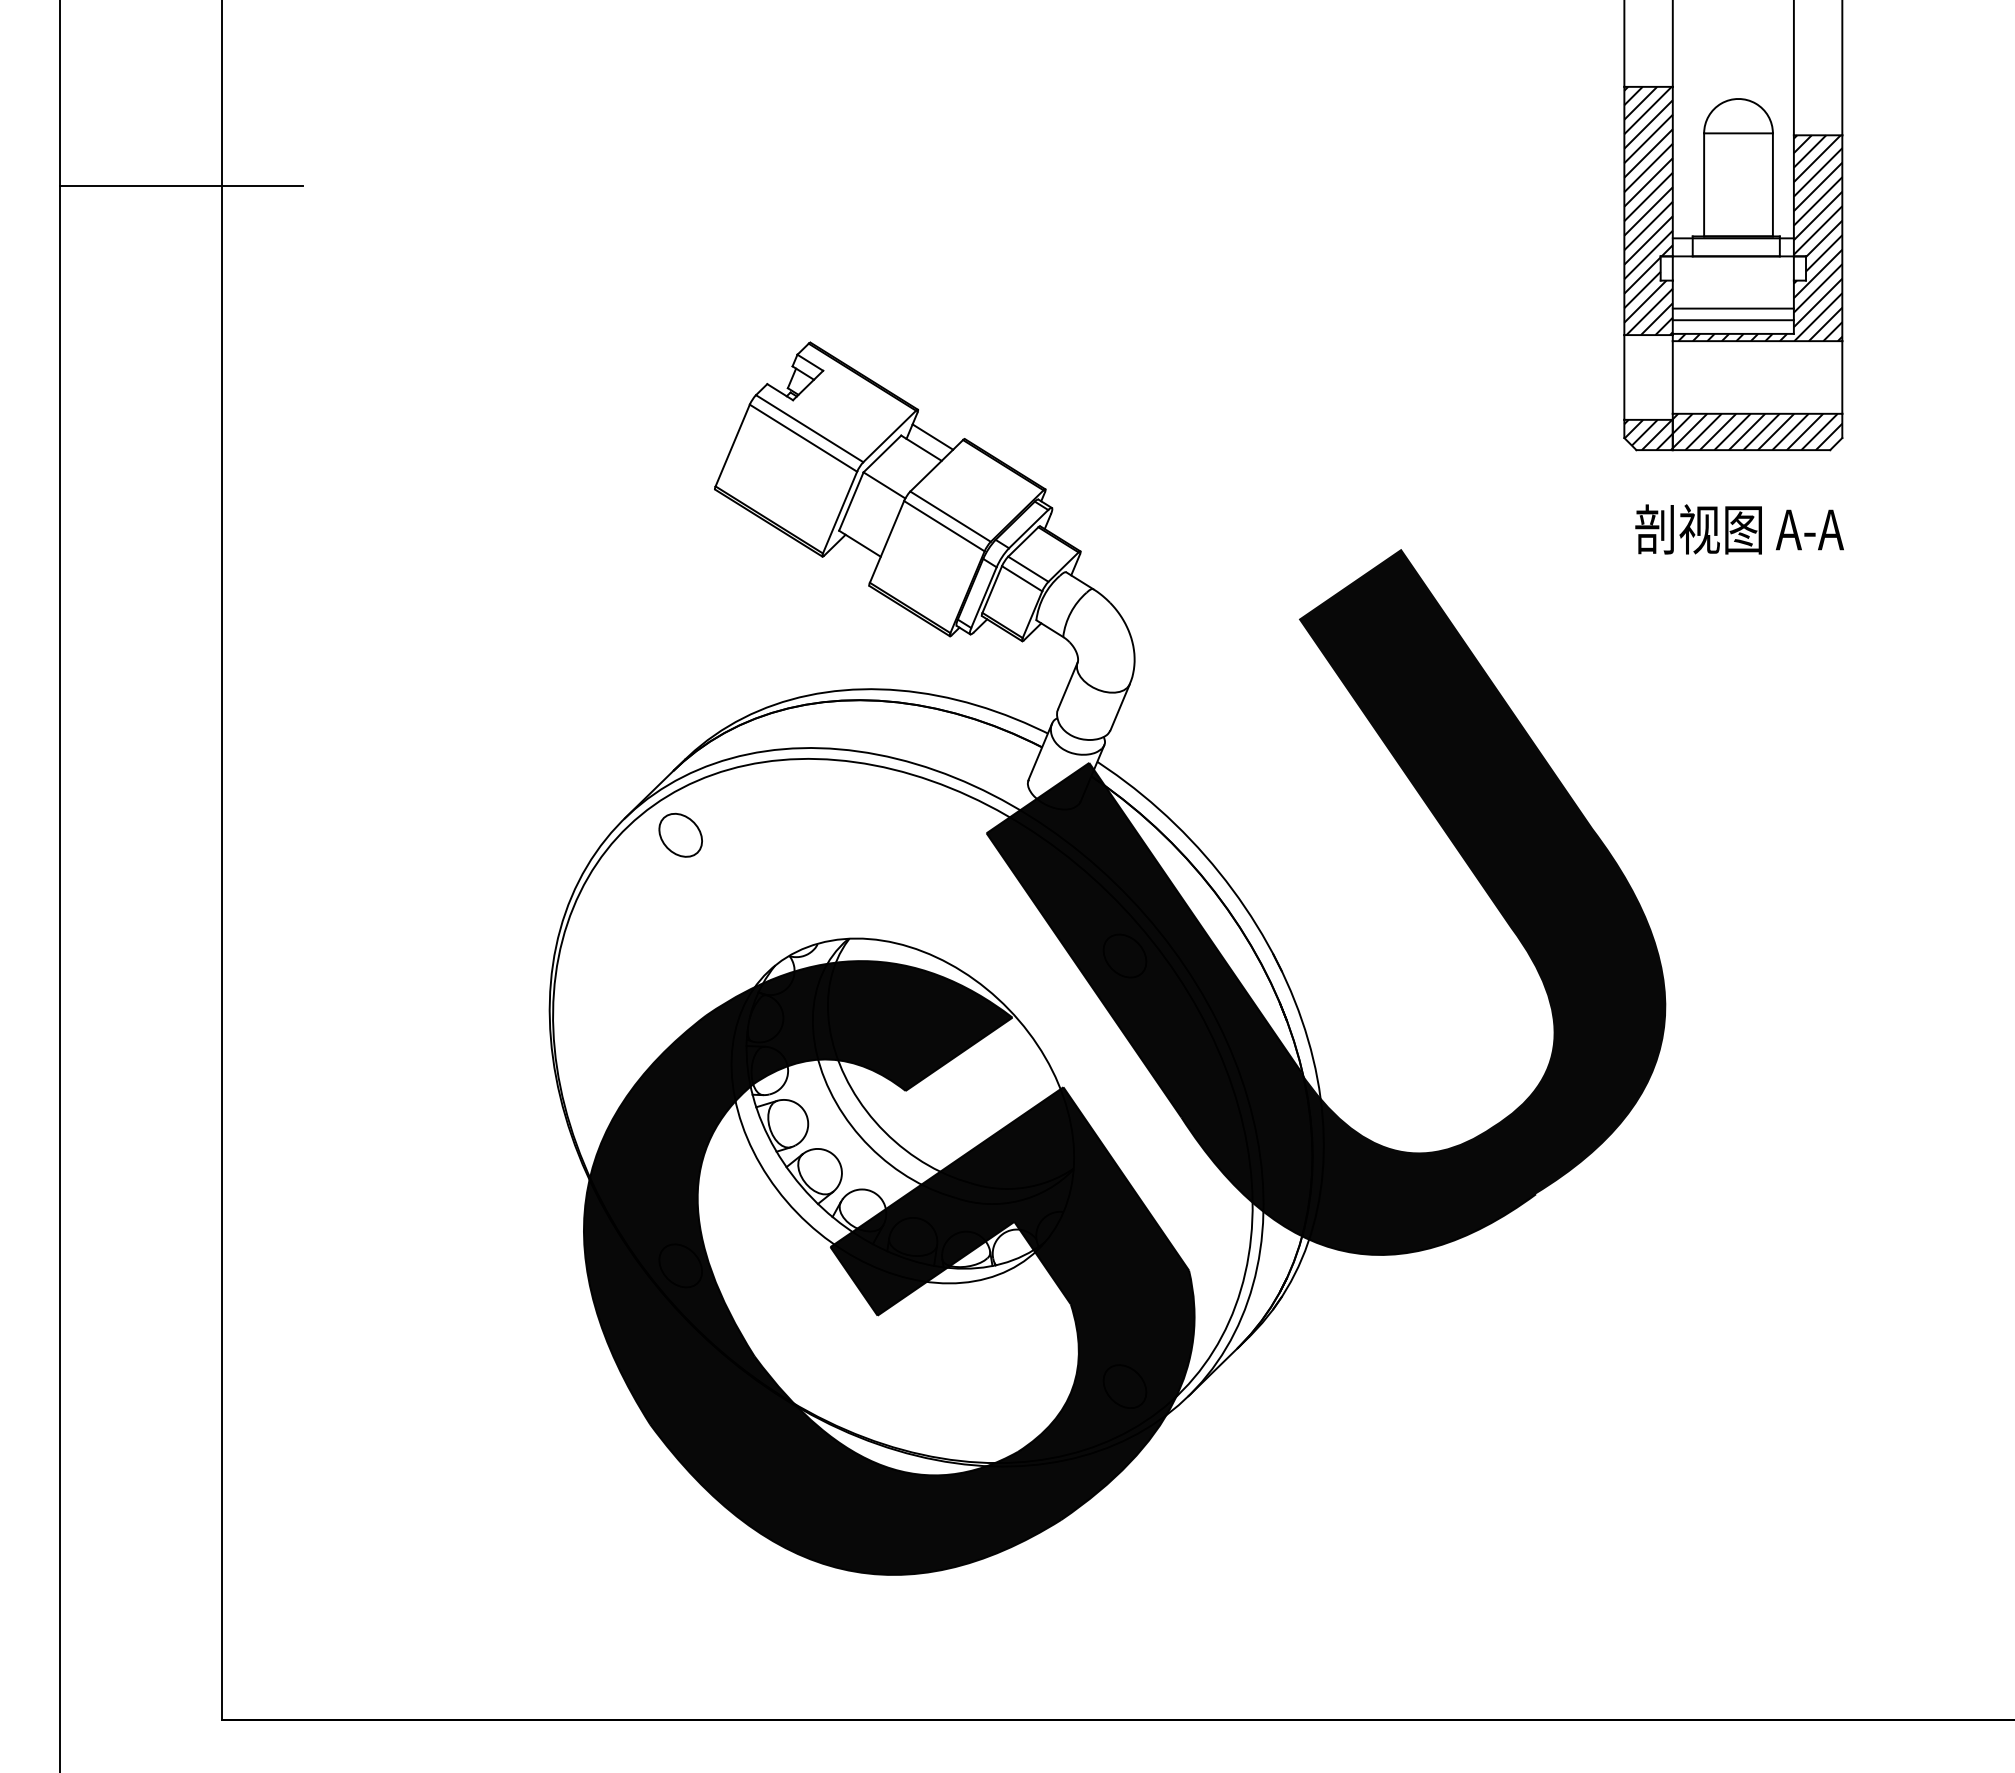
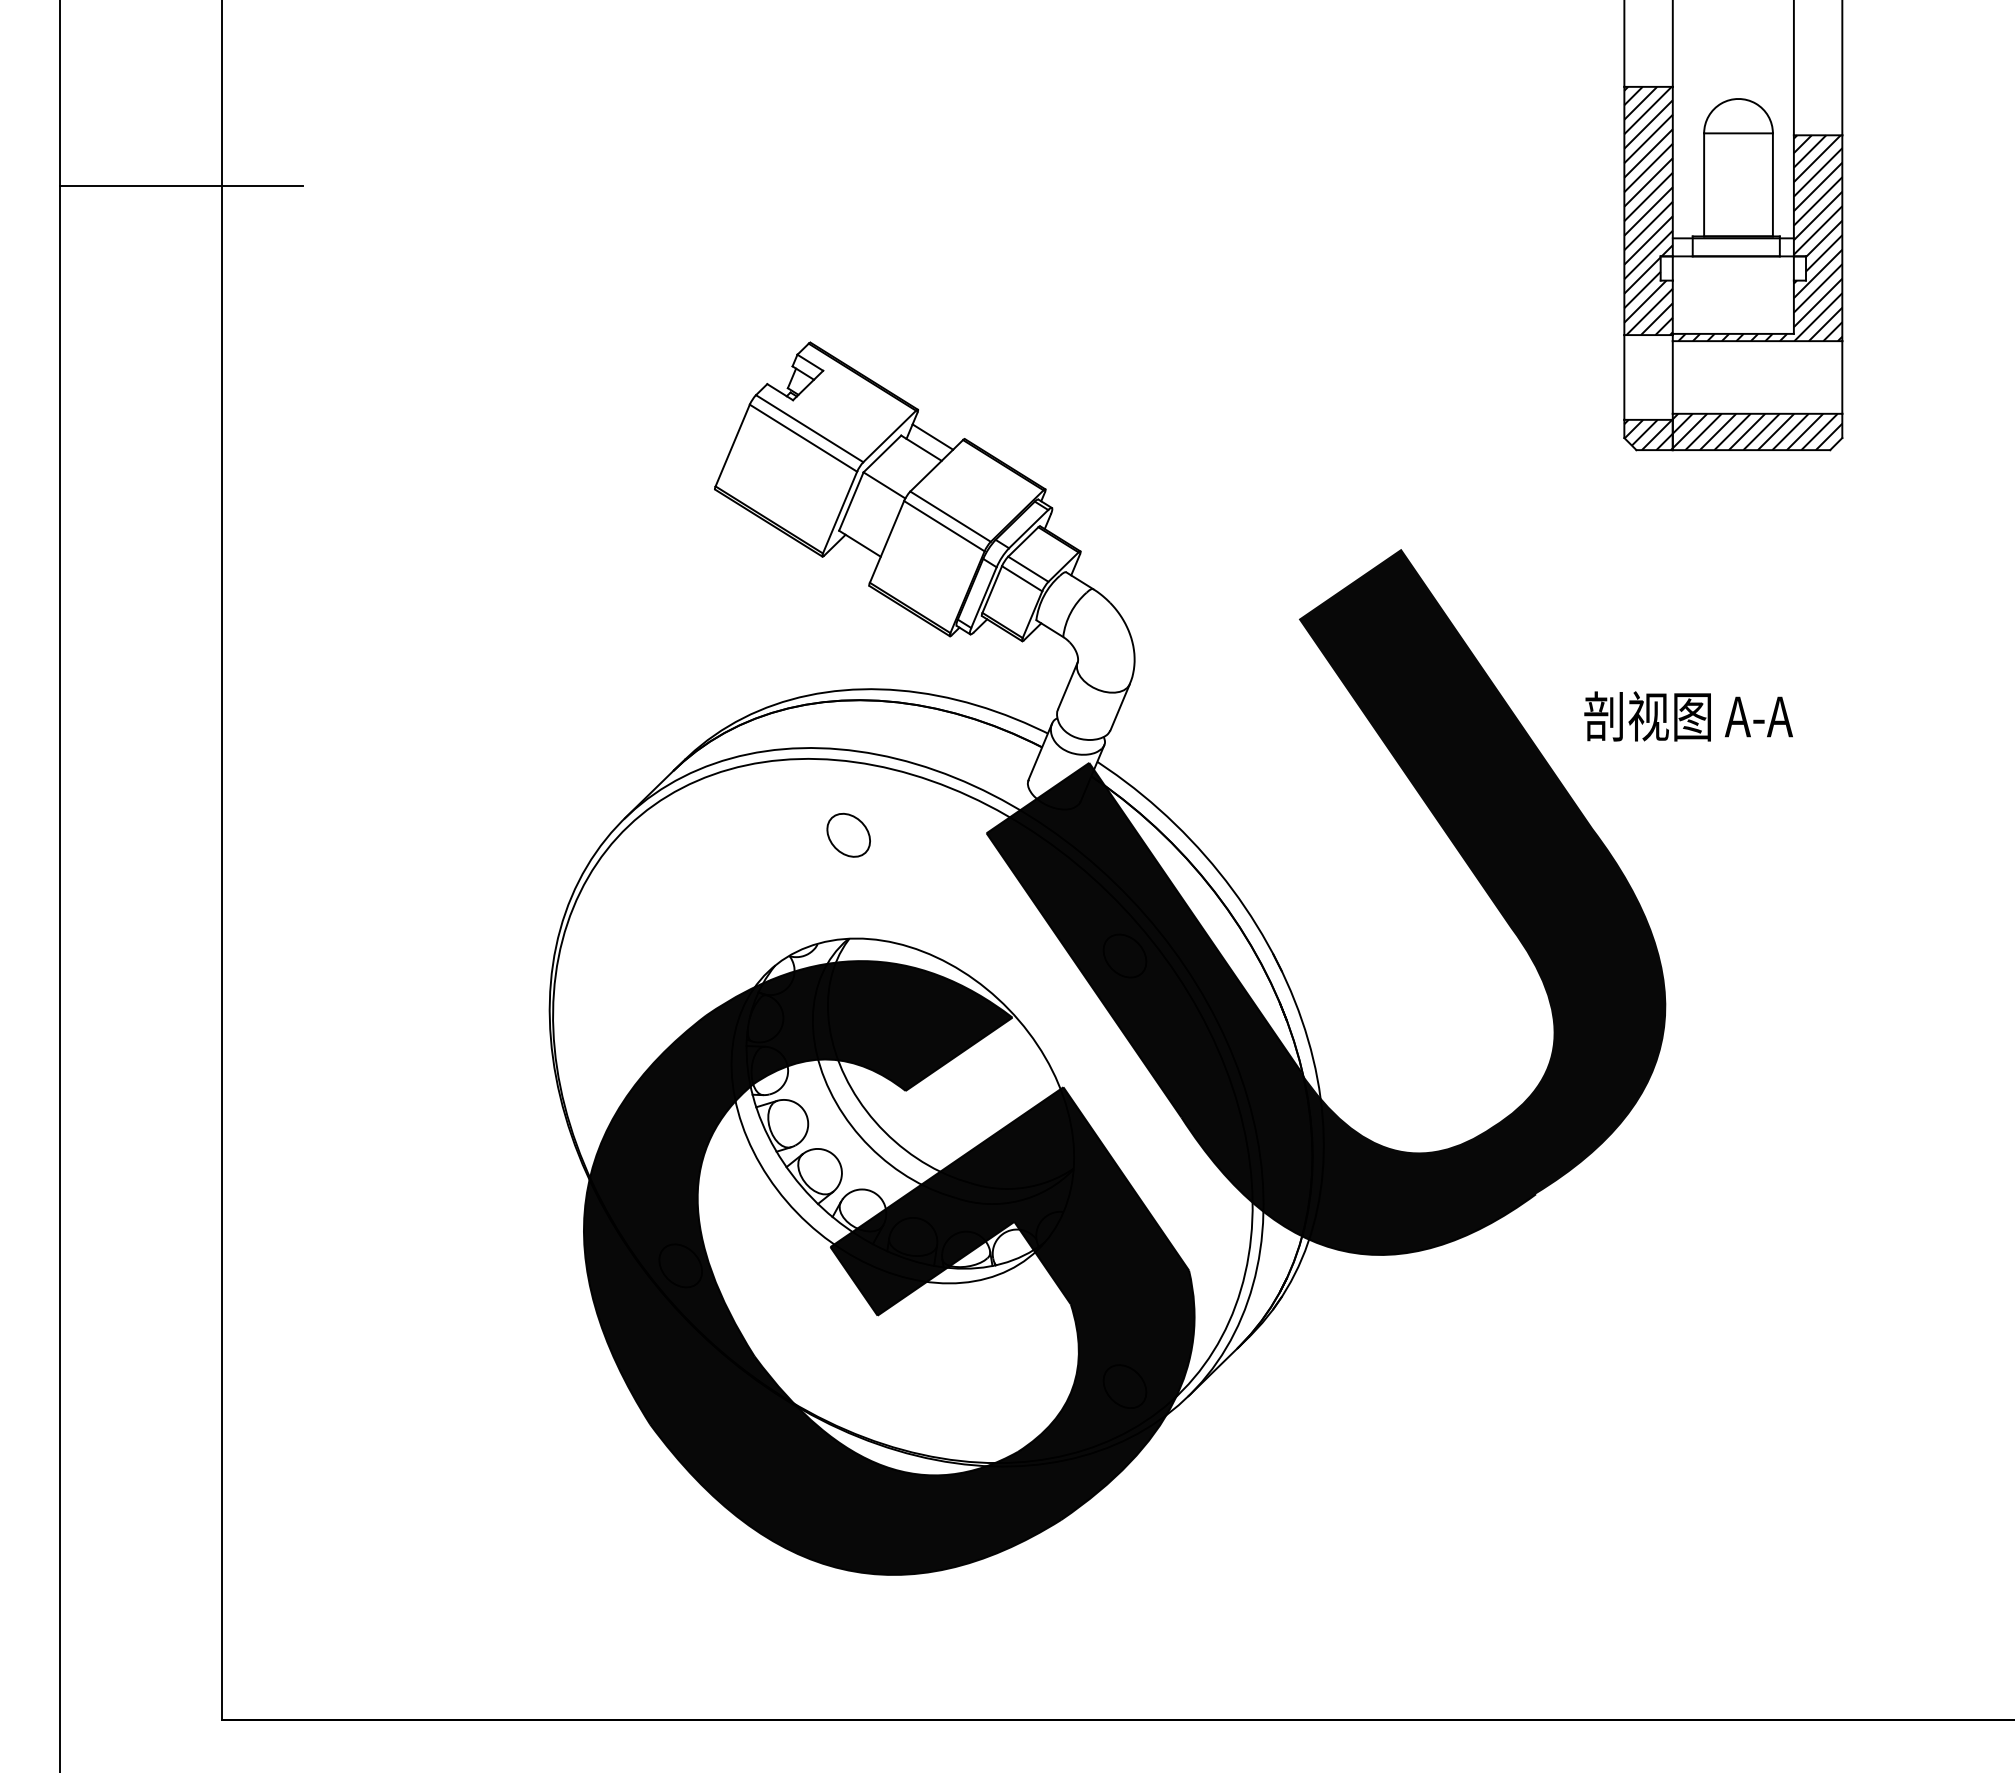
line at (1732, 308): present -> none
line at (1732, 320): present -> none
text at (1739, 529) position: (1739, 529) -> (1688, 716)
part at (680, 834) position: (680, 834) -> (848, 834)
